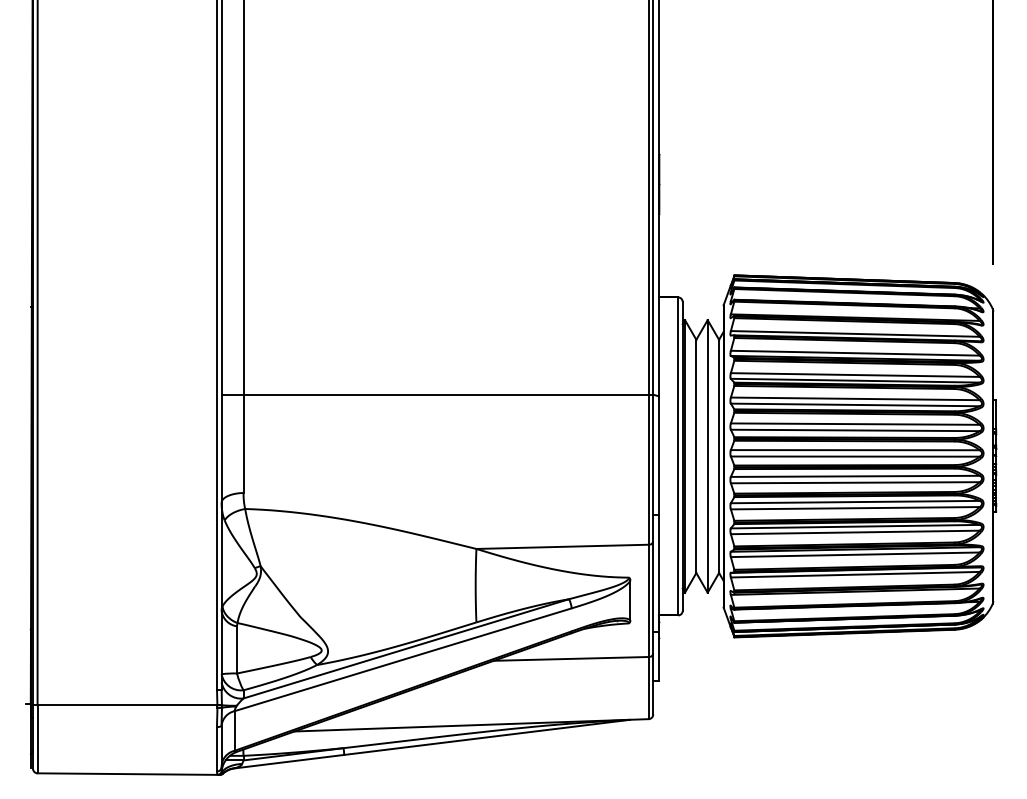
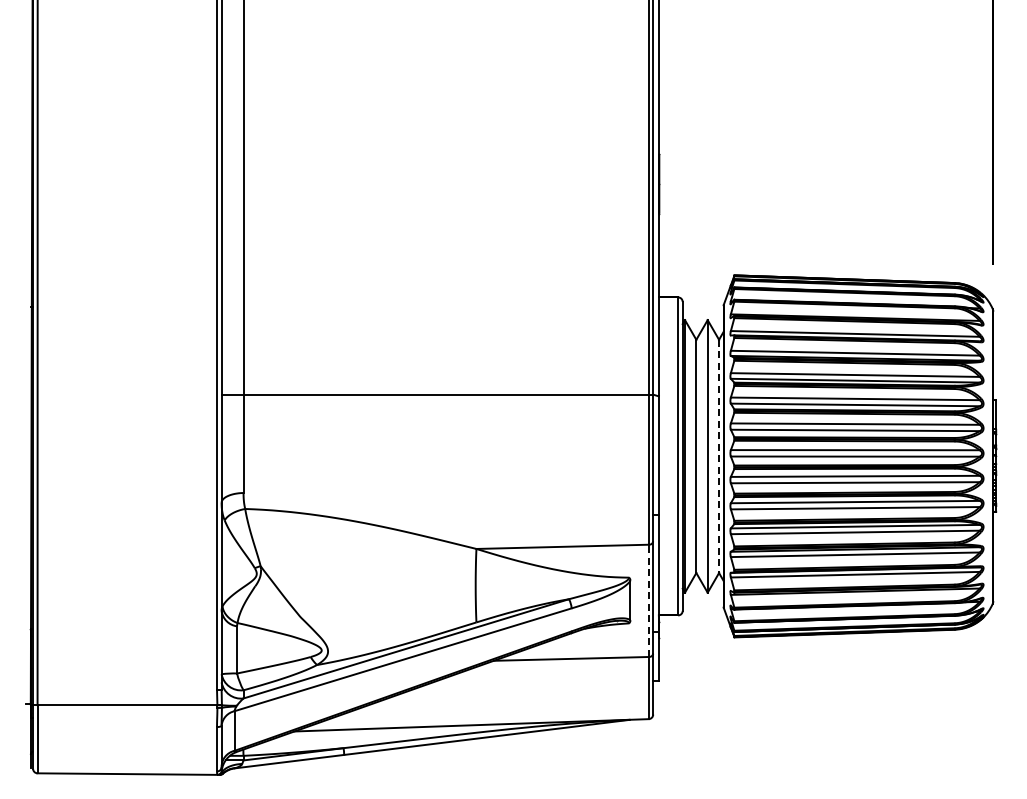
line at (719, 456): solid -> dashed
line at (648, 600): solid -> dashed
